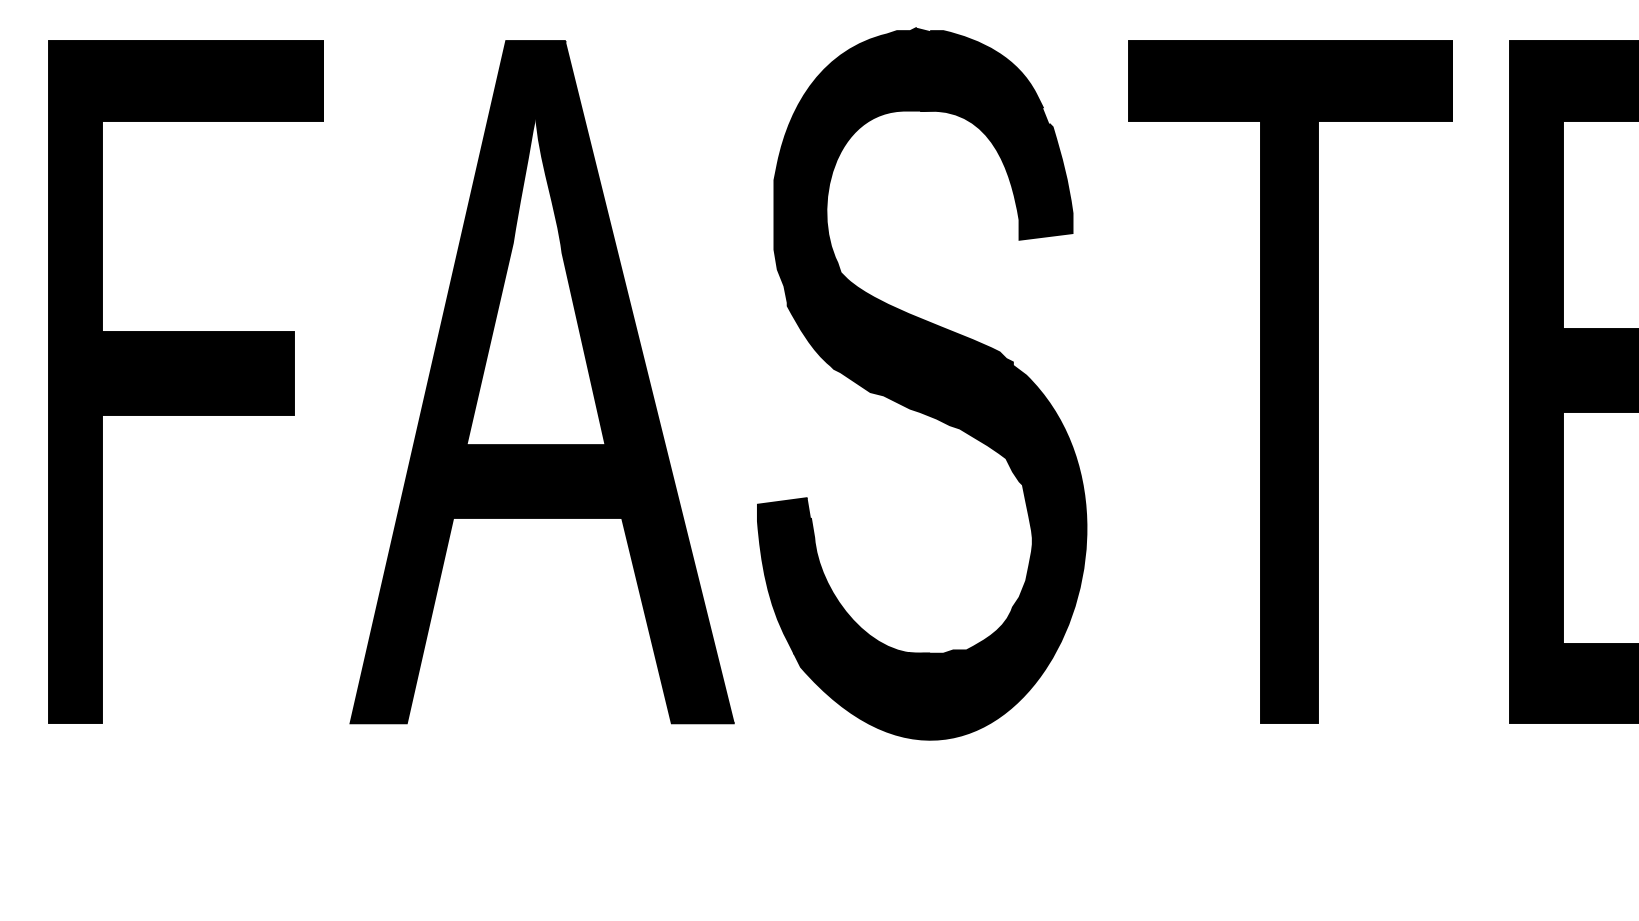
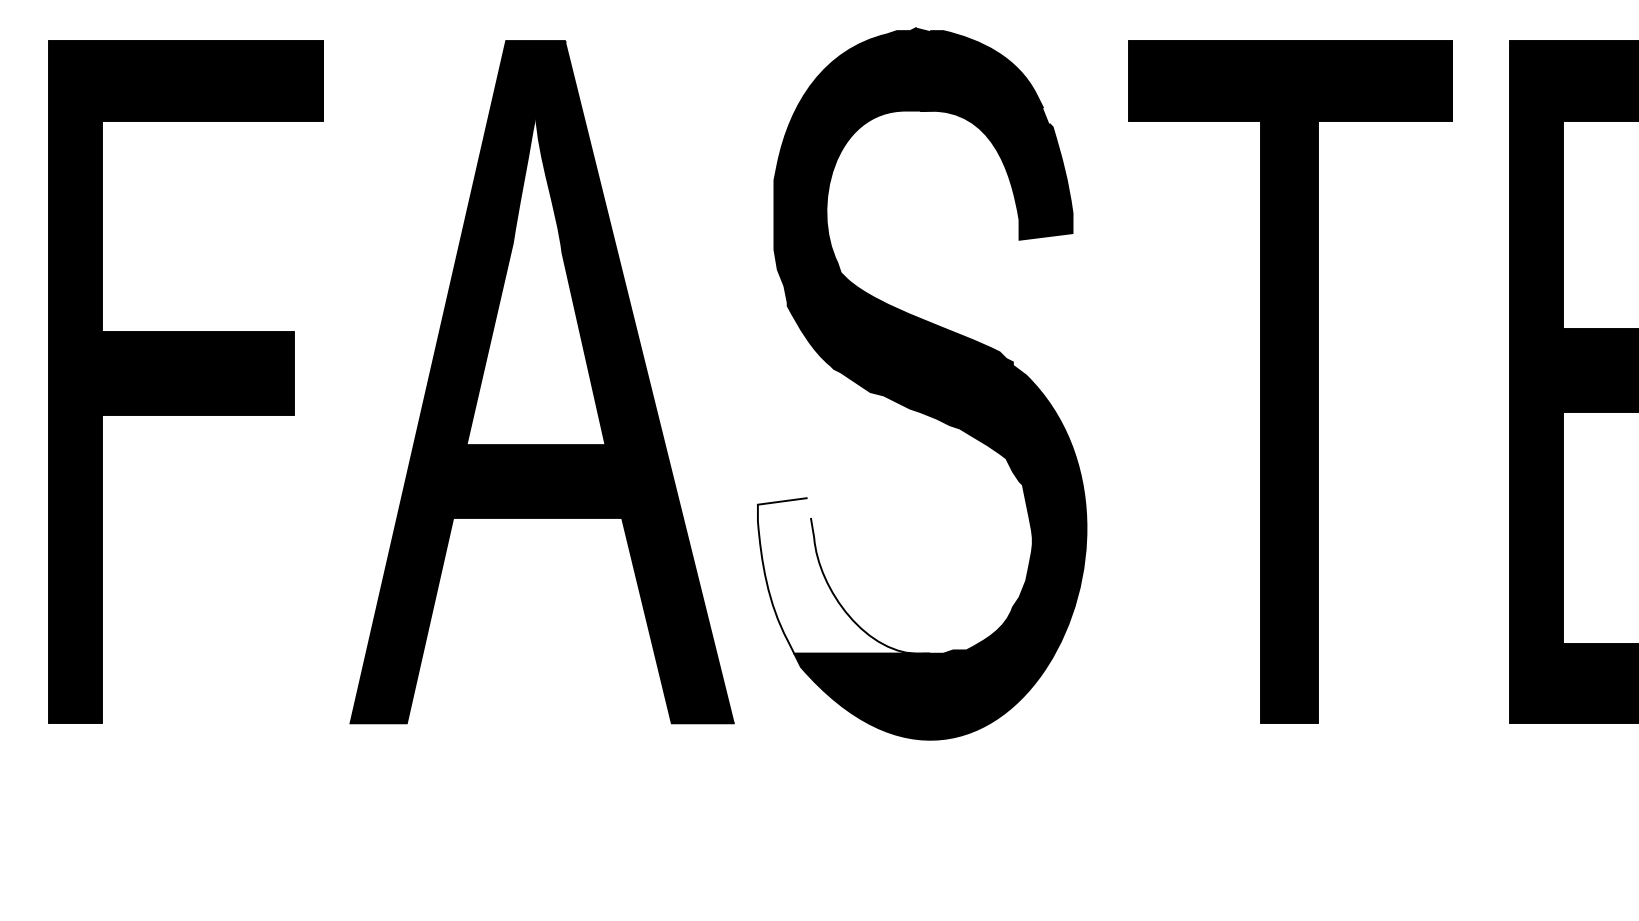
fill at (843, 575): present -> none
